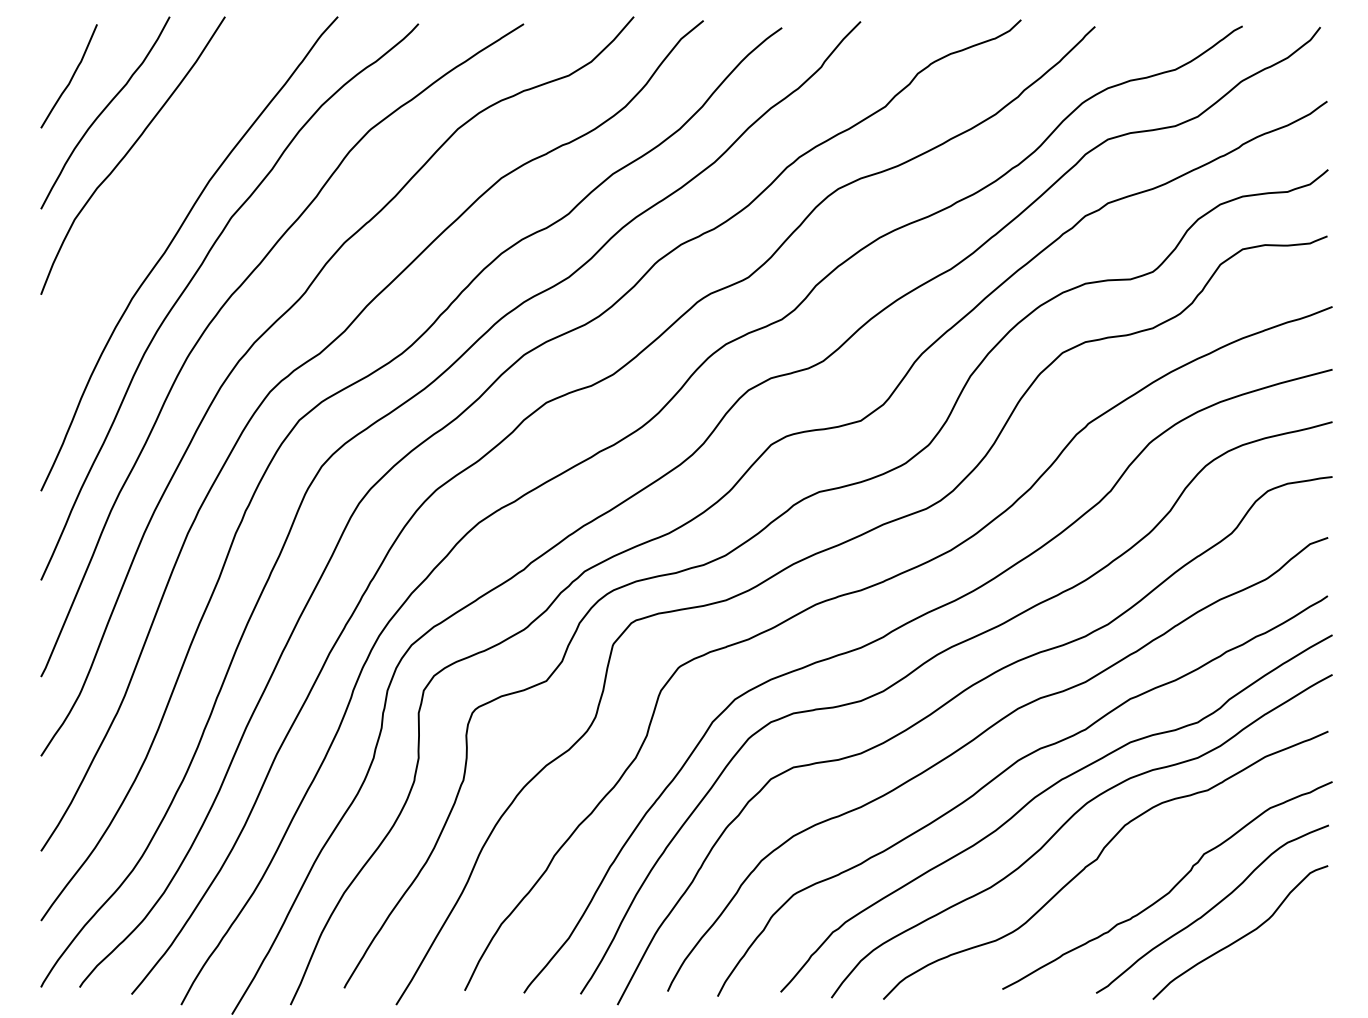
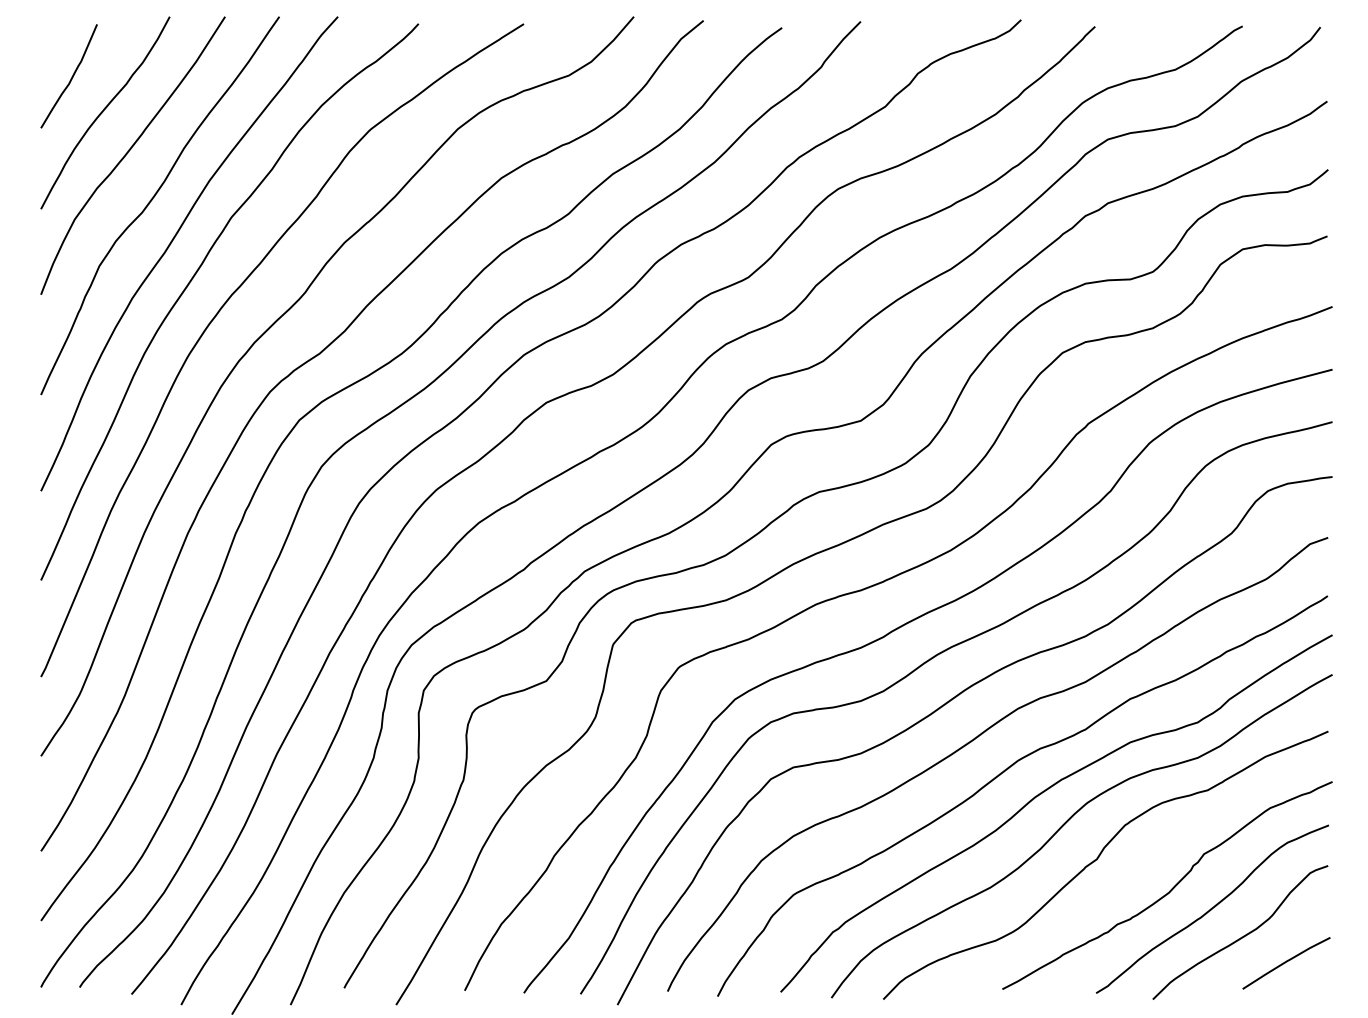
curve at (153, 199): none -> present
curve at (1286, 962): none -> present
